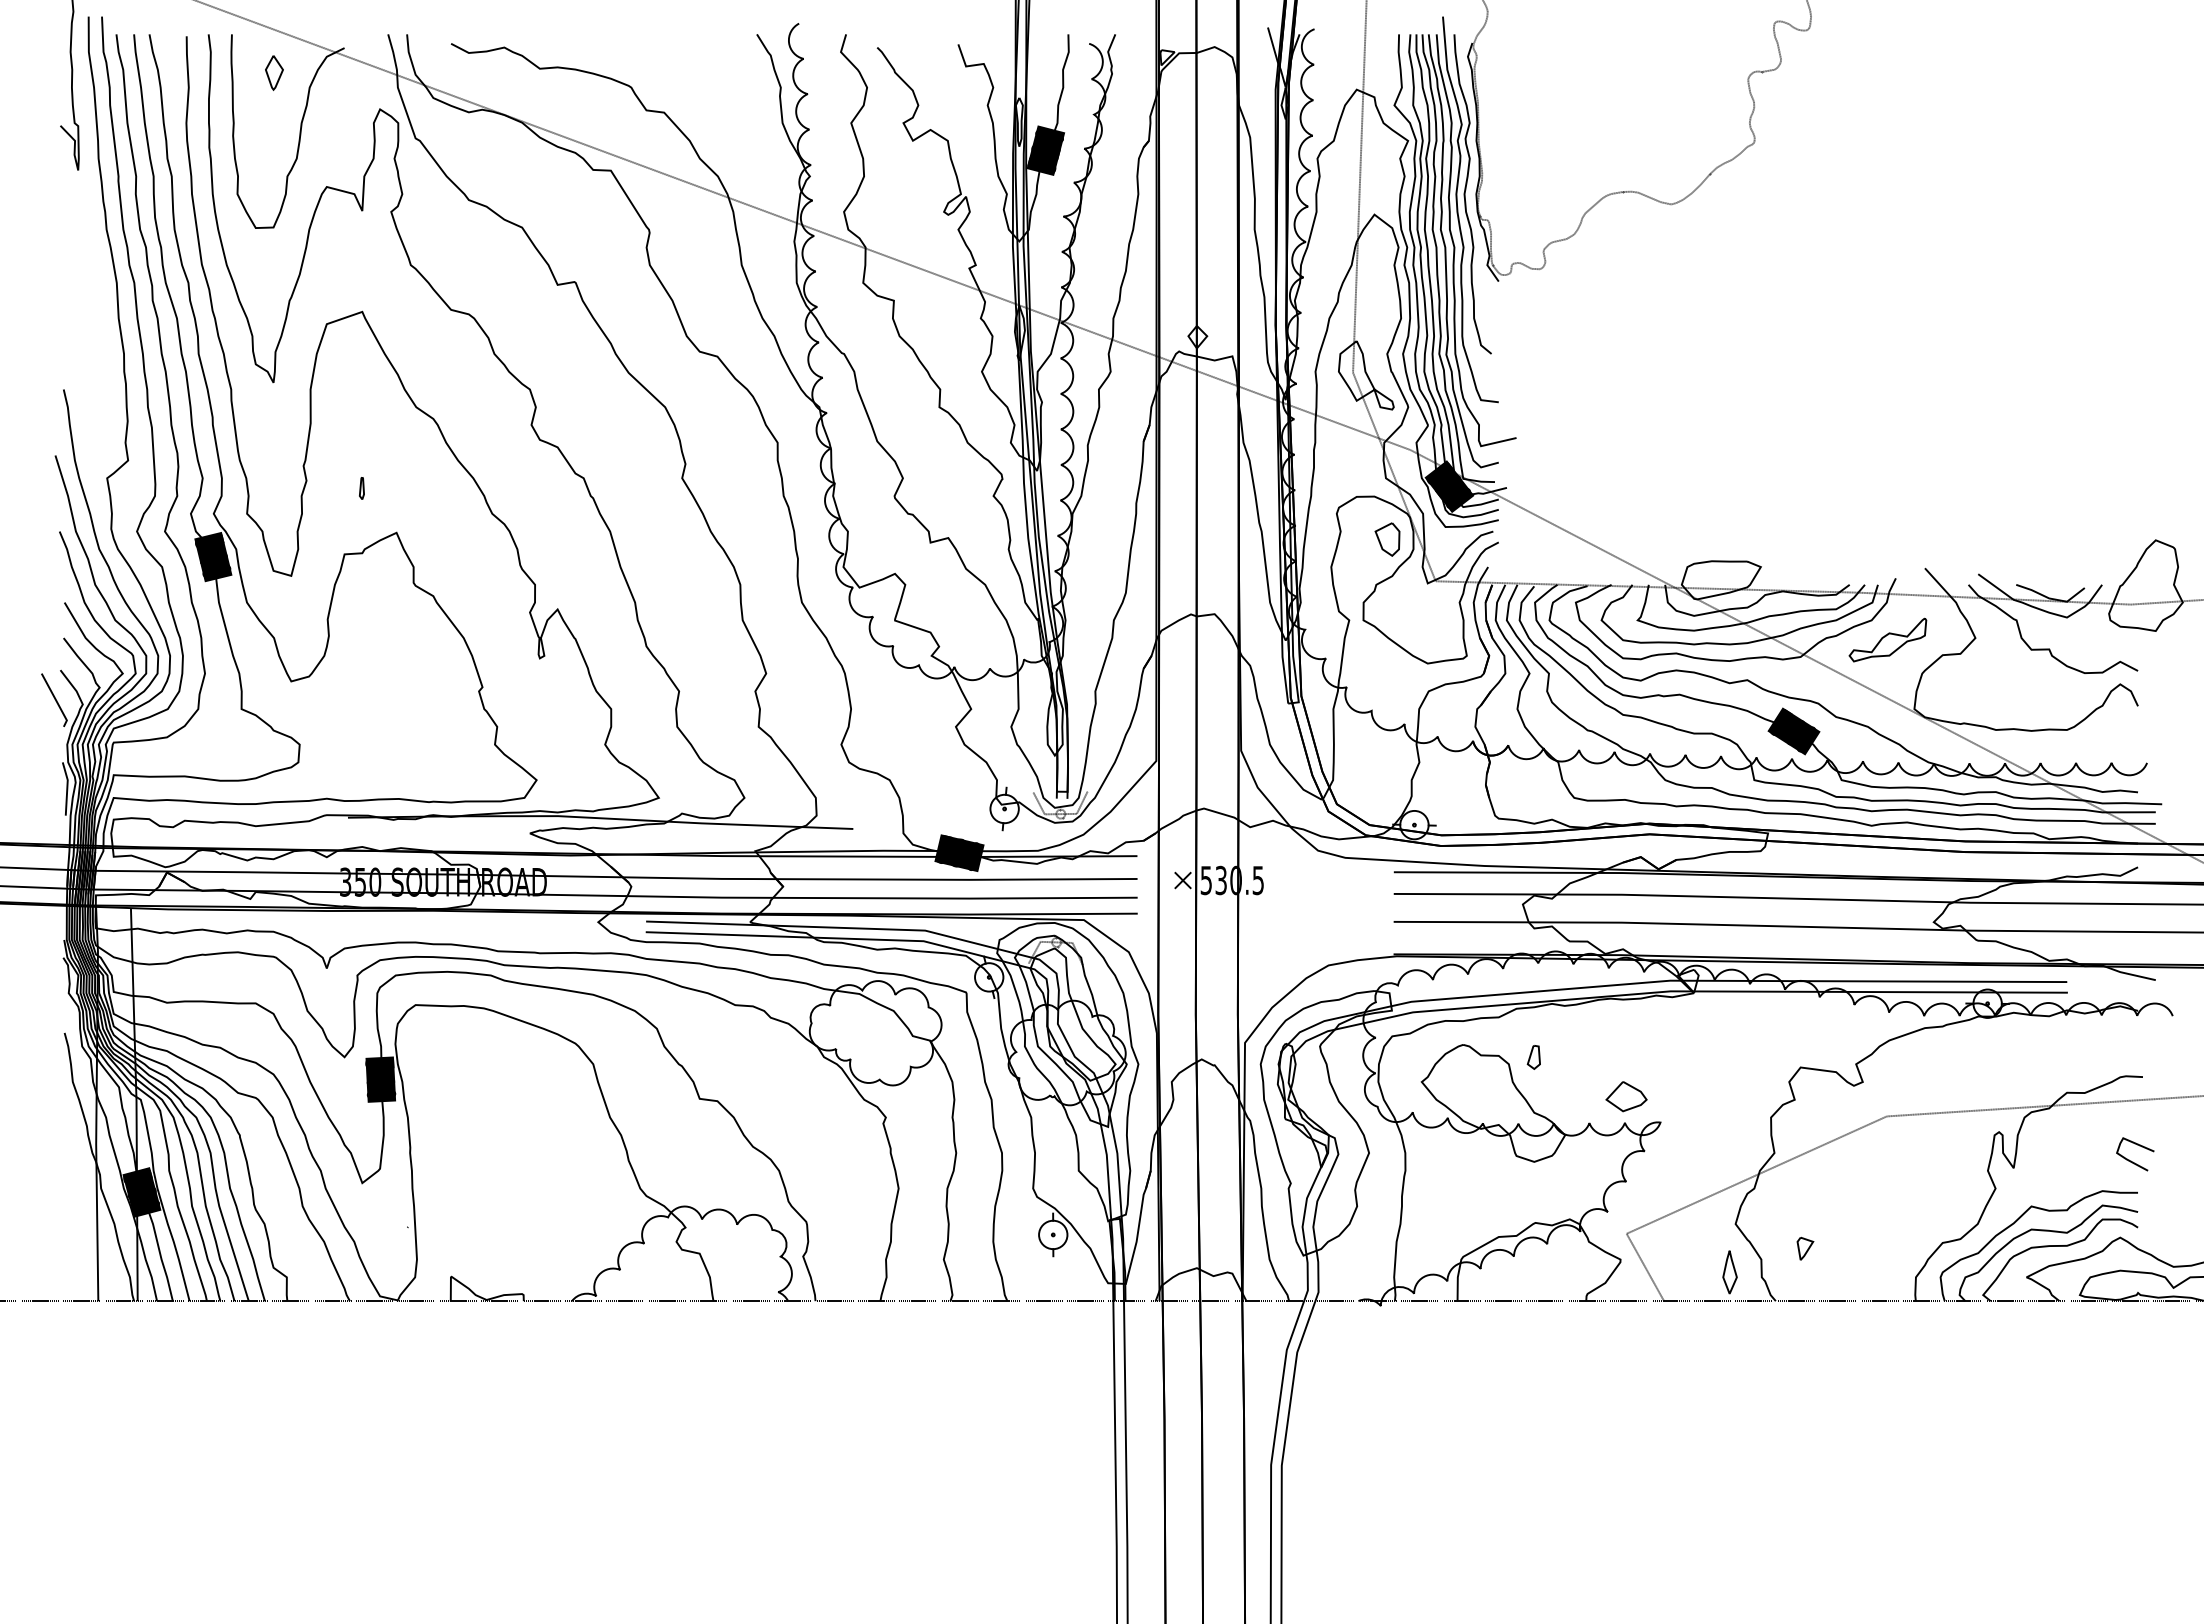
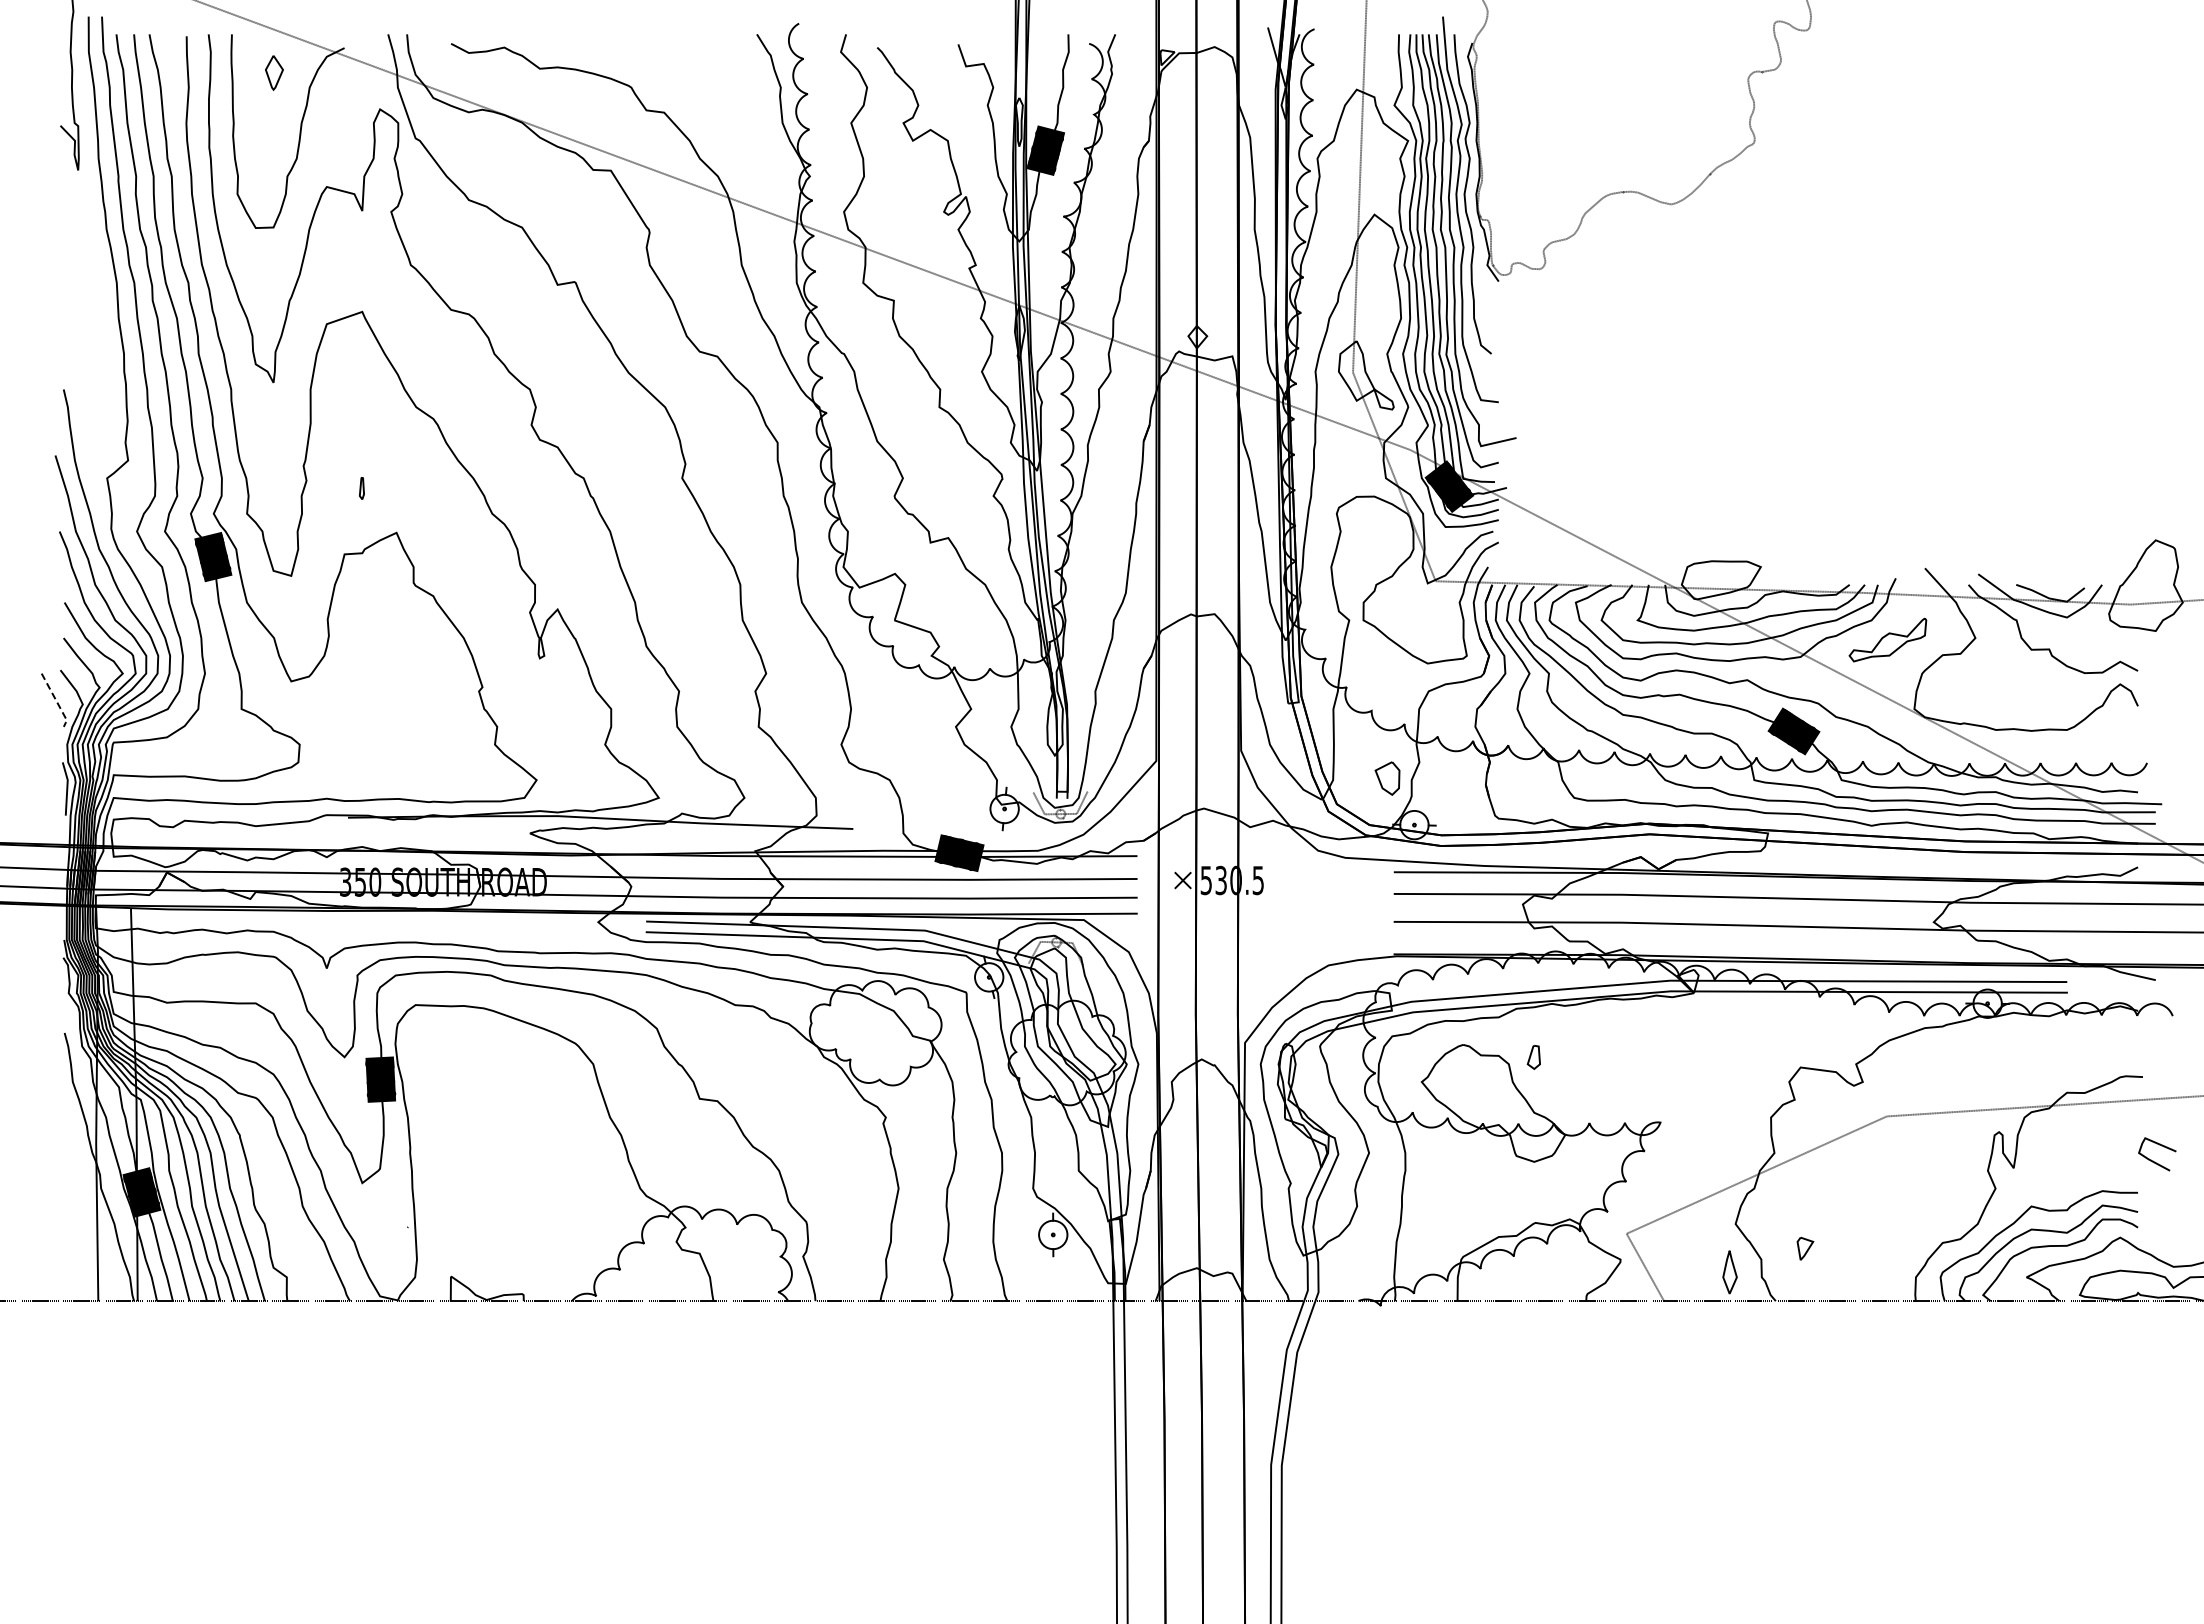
part at (1387, 539) position: (1387, 539) -> (1387, 778)
line at (56, 701): solid -> dashed
part at (1626, 1096): present -> none
curve at (2131, 1160) position: (2131, 1160) -> (2153, 1160)
